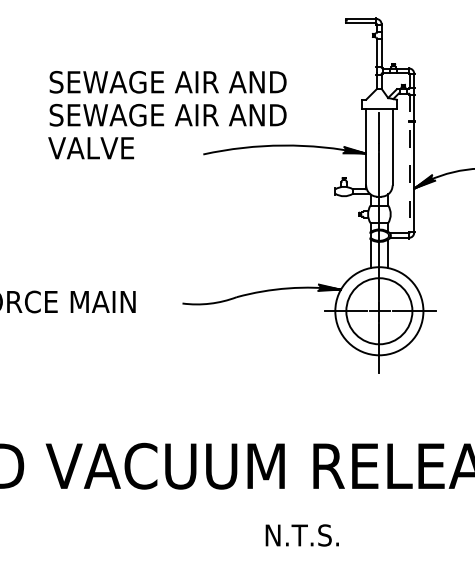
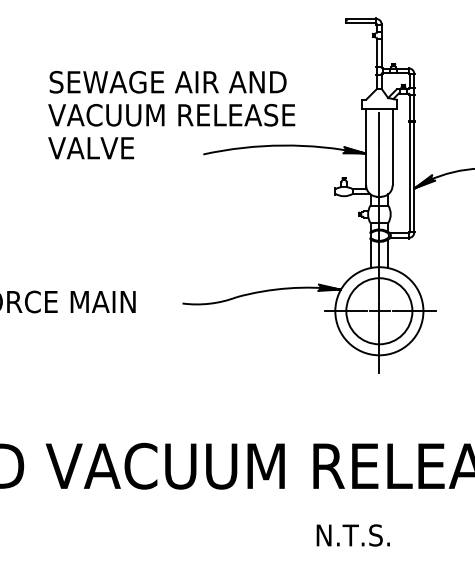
text at (171, 114): SEWAGE AIR AND -> VACUUM RELEASE
line at (409, 163): dashed -> solid
text at (301, 535) position: (301, 535) -> (352, 535)
